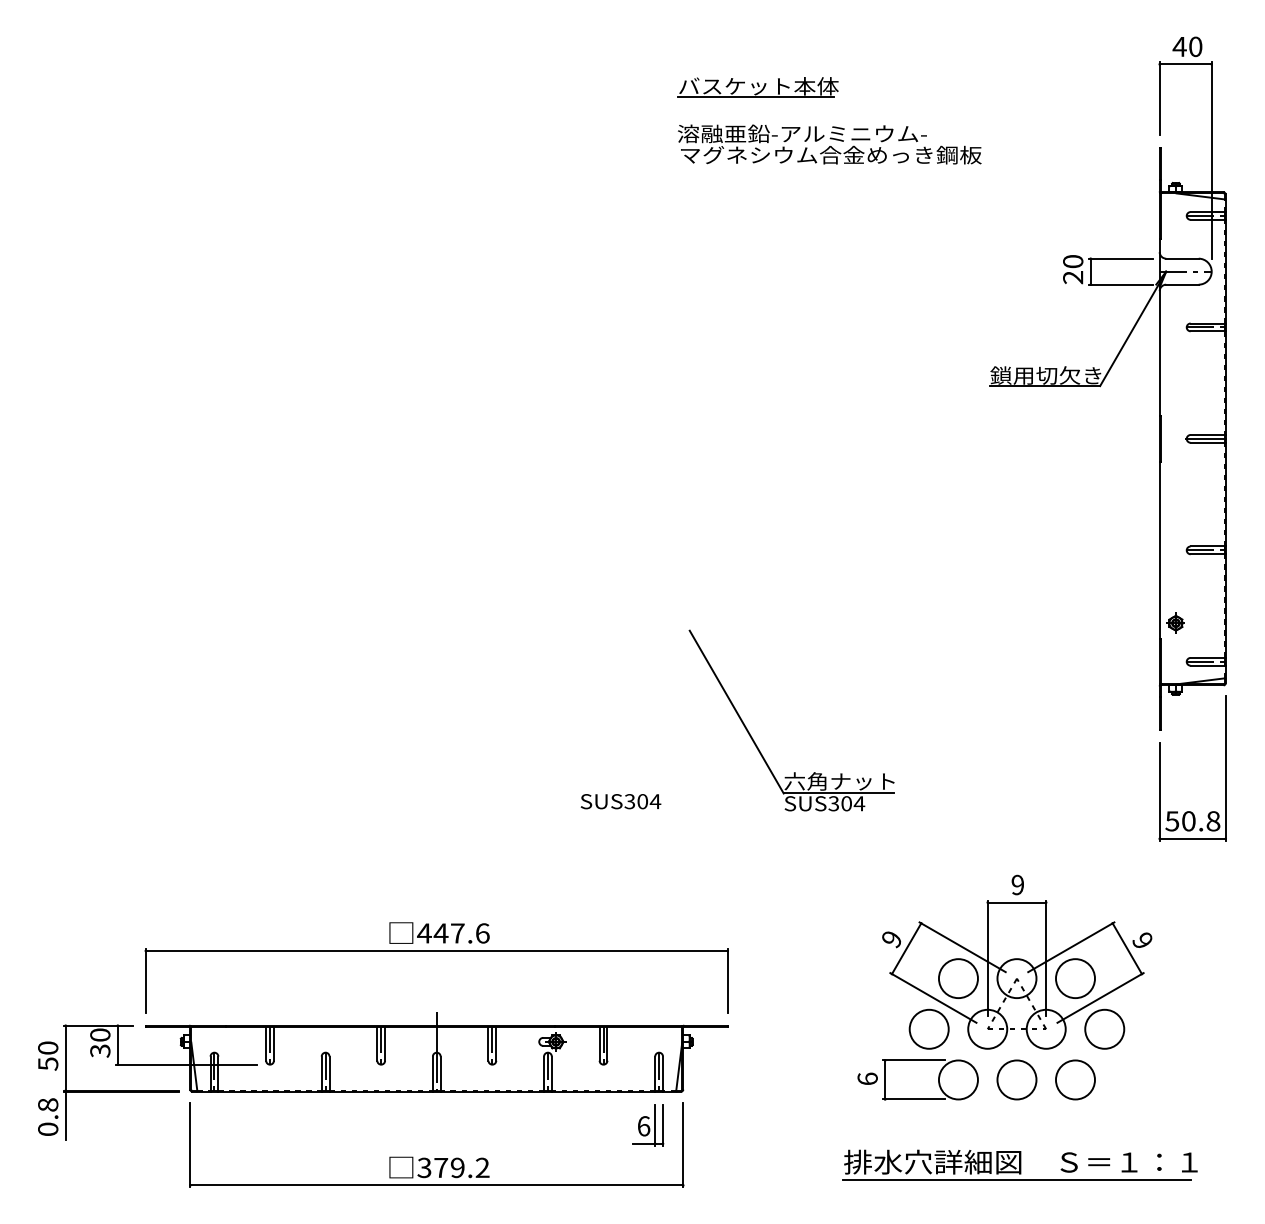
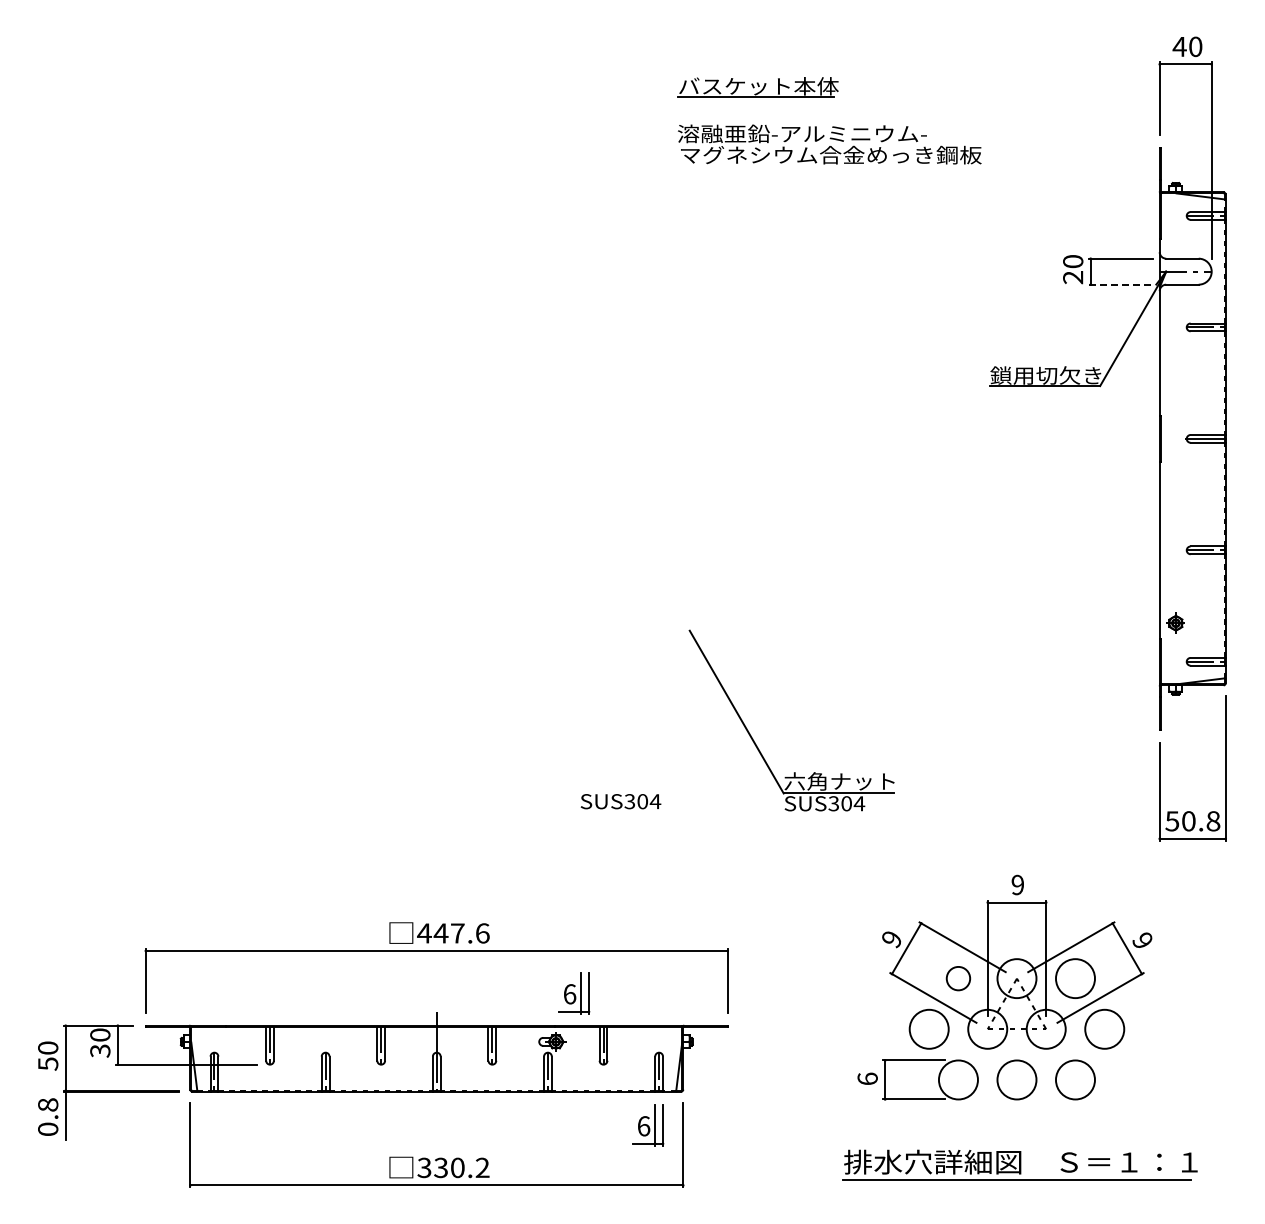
line at (1121, 284): solid -> dashed
circle at (957, 978) diameter: 39 px -> 23 px
part at (574, 993): none -> present
text at (449, 1167): 379.2 -> 330.2
